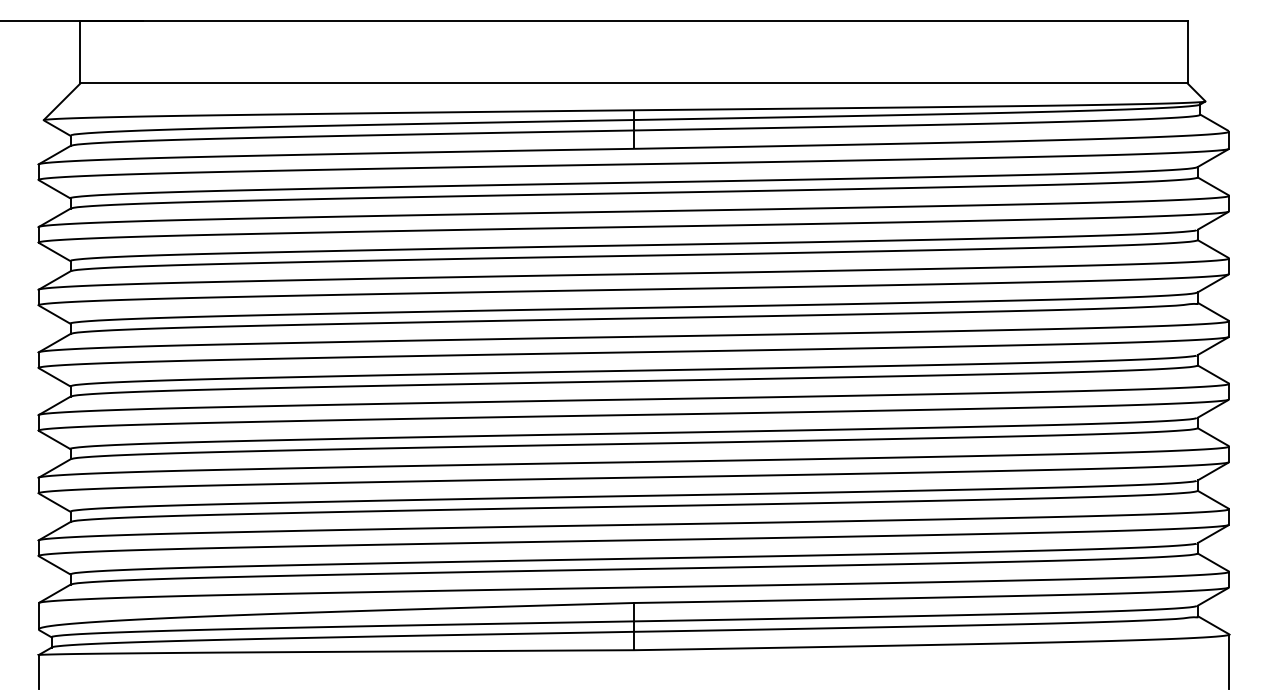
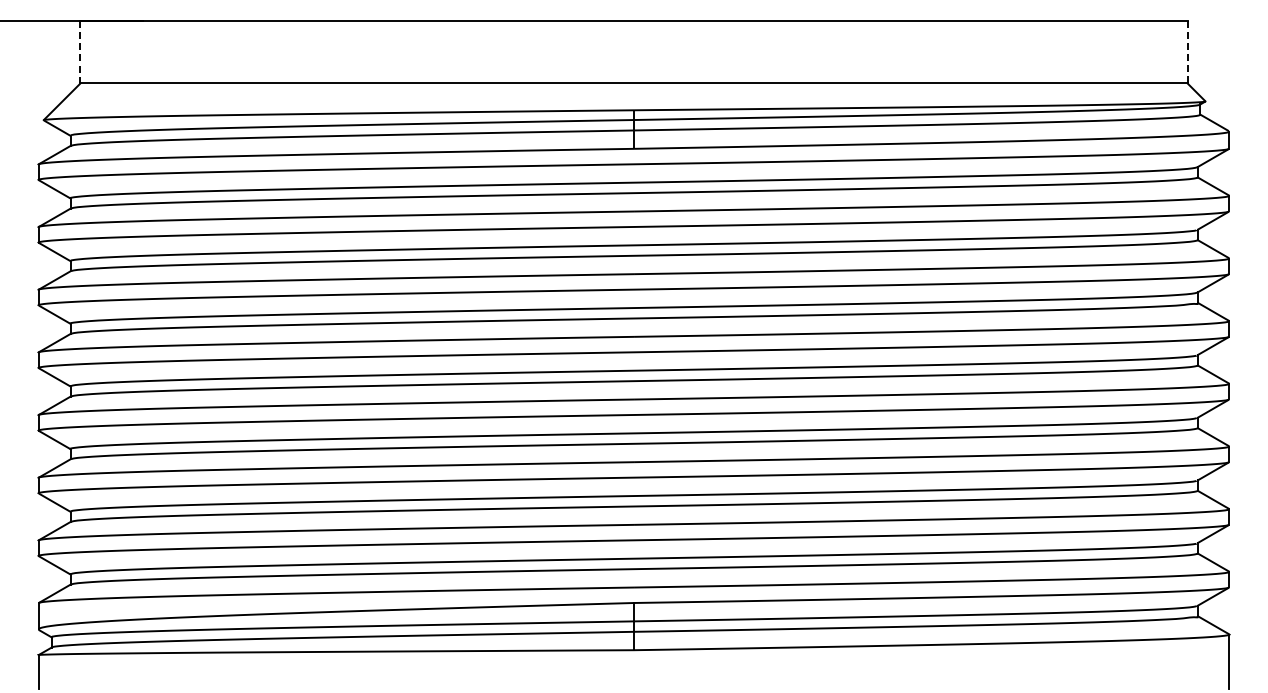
line at (1187, 51): solid -> dashed
line at (80, 52): solid -> dashed
